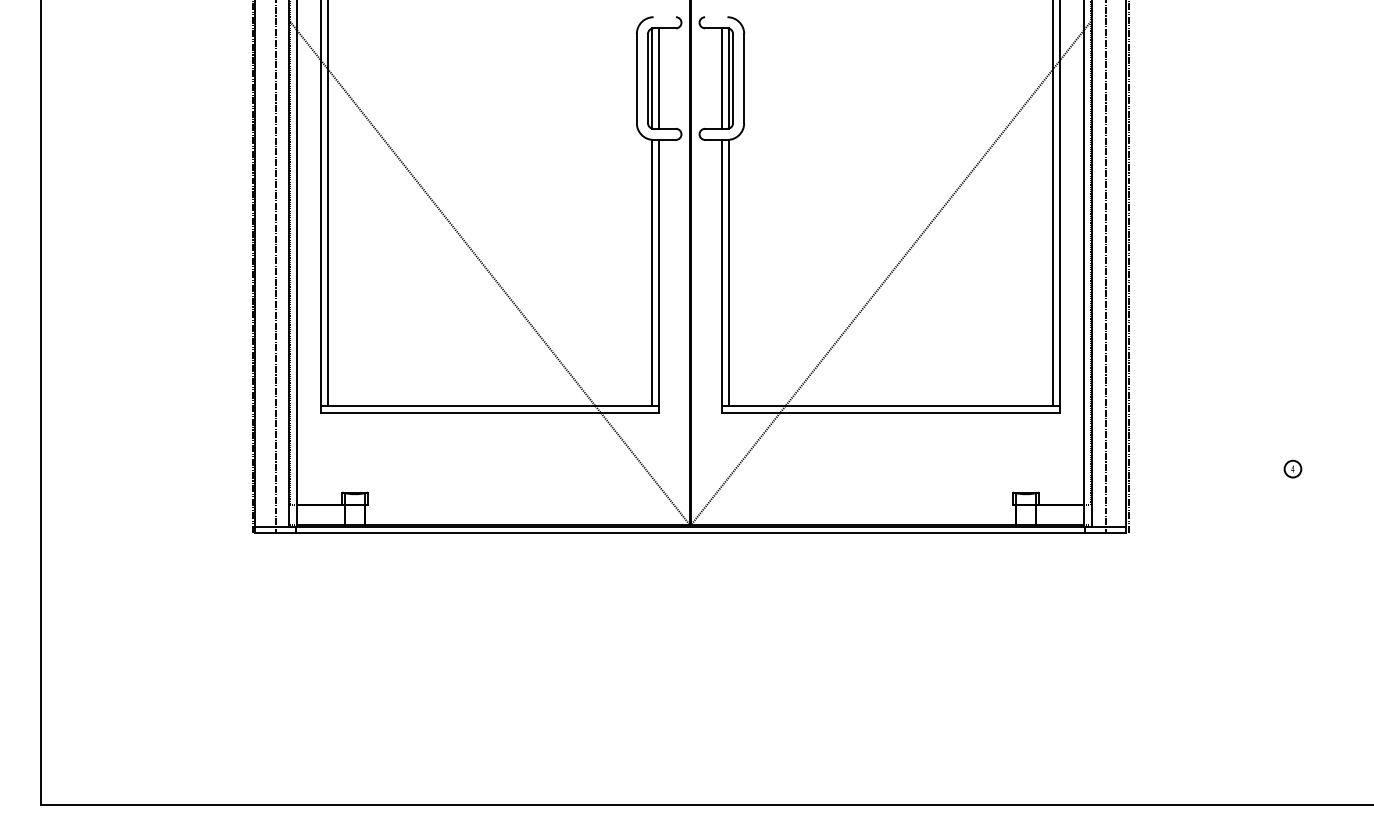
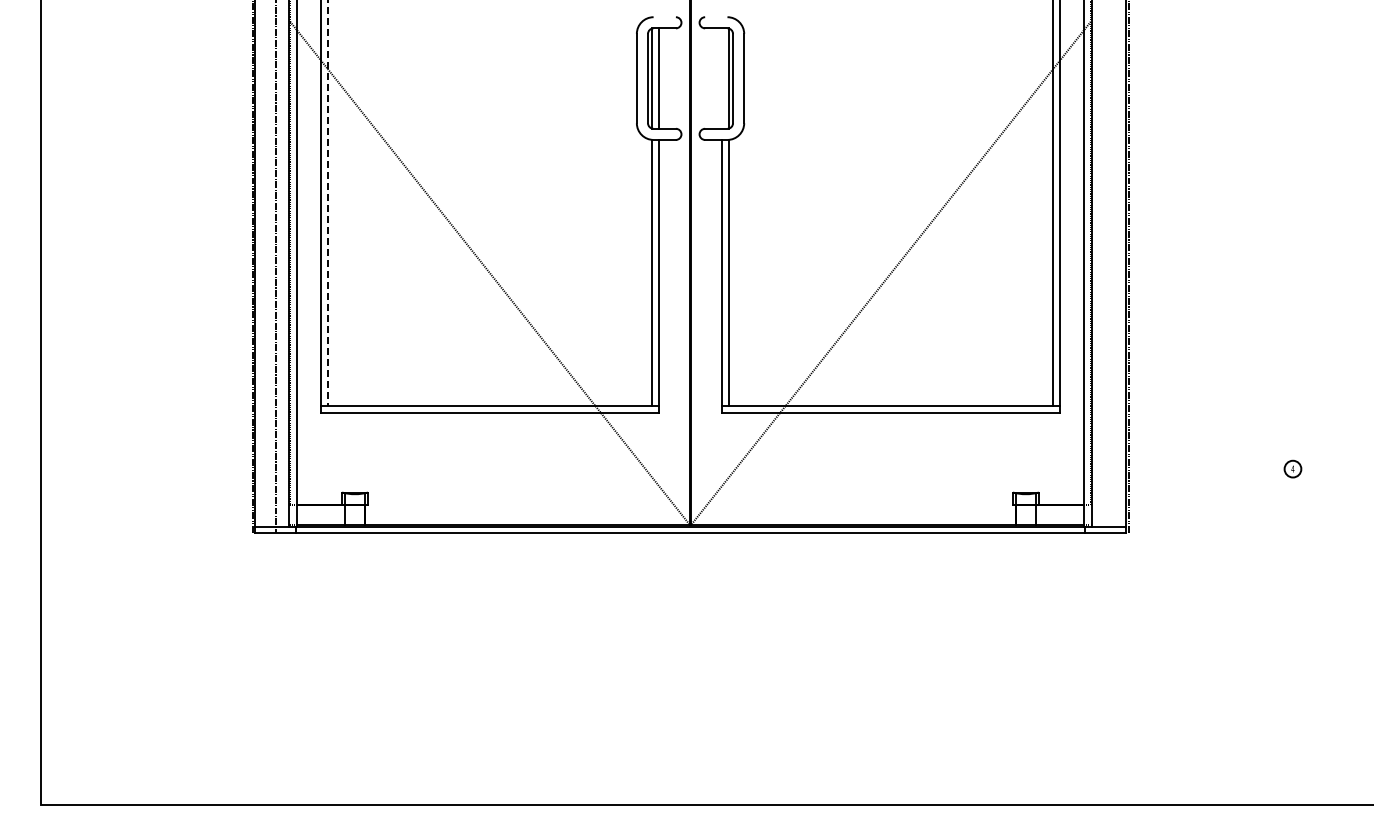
line at (721, 78): present -> none
line at (327, 203): solid -> dashed
line at (1105, 267): present -> none
